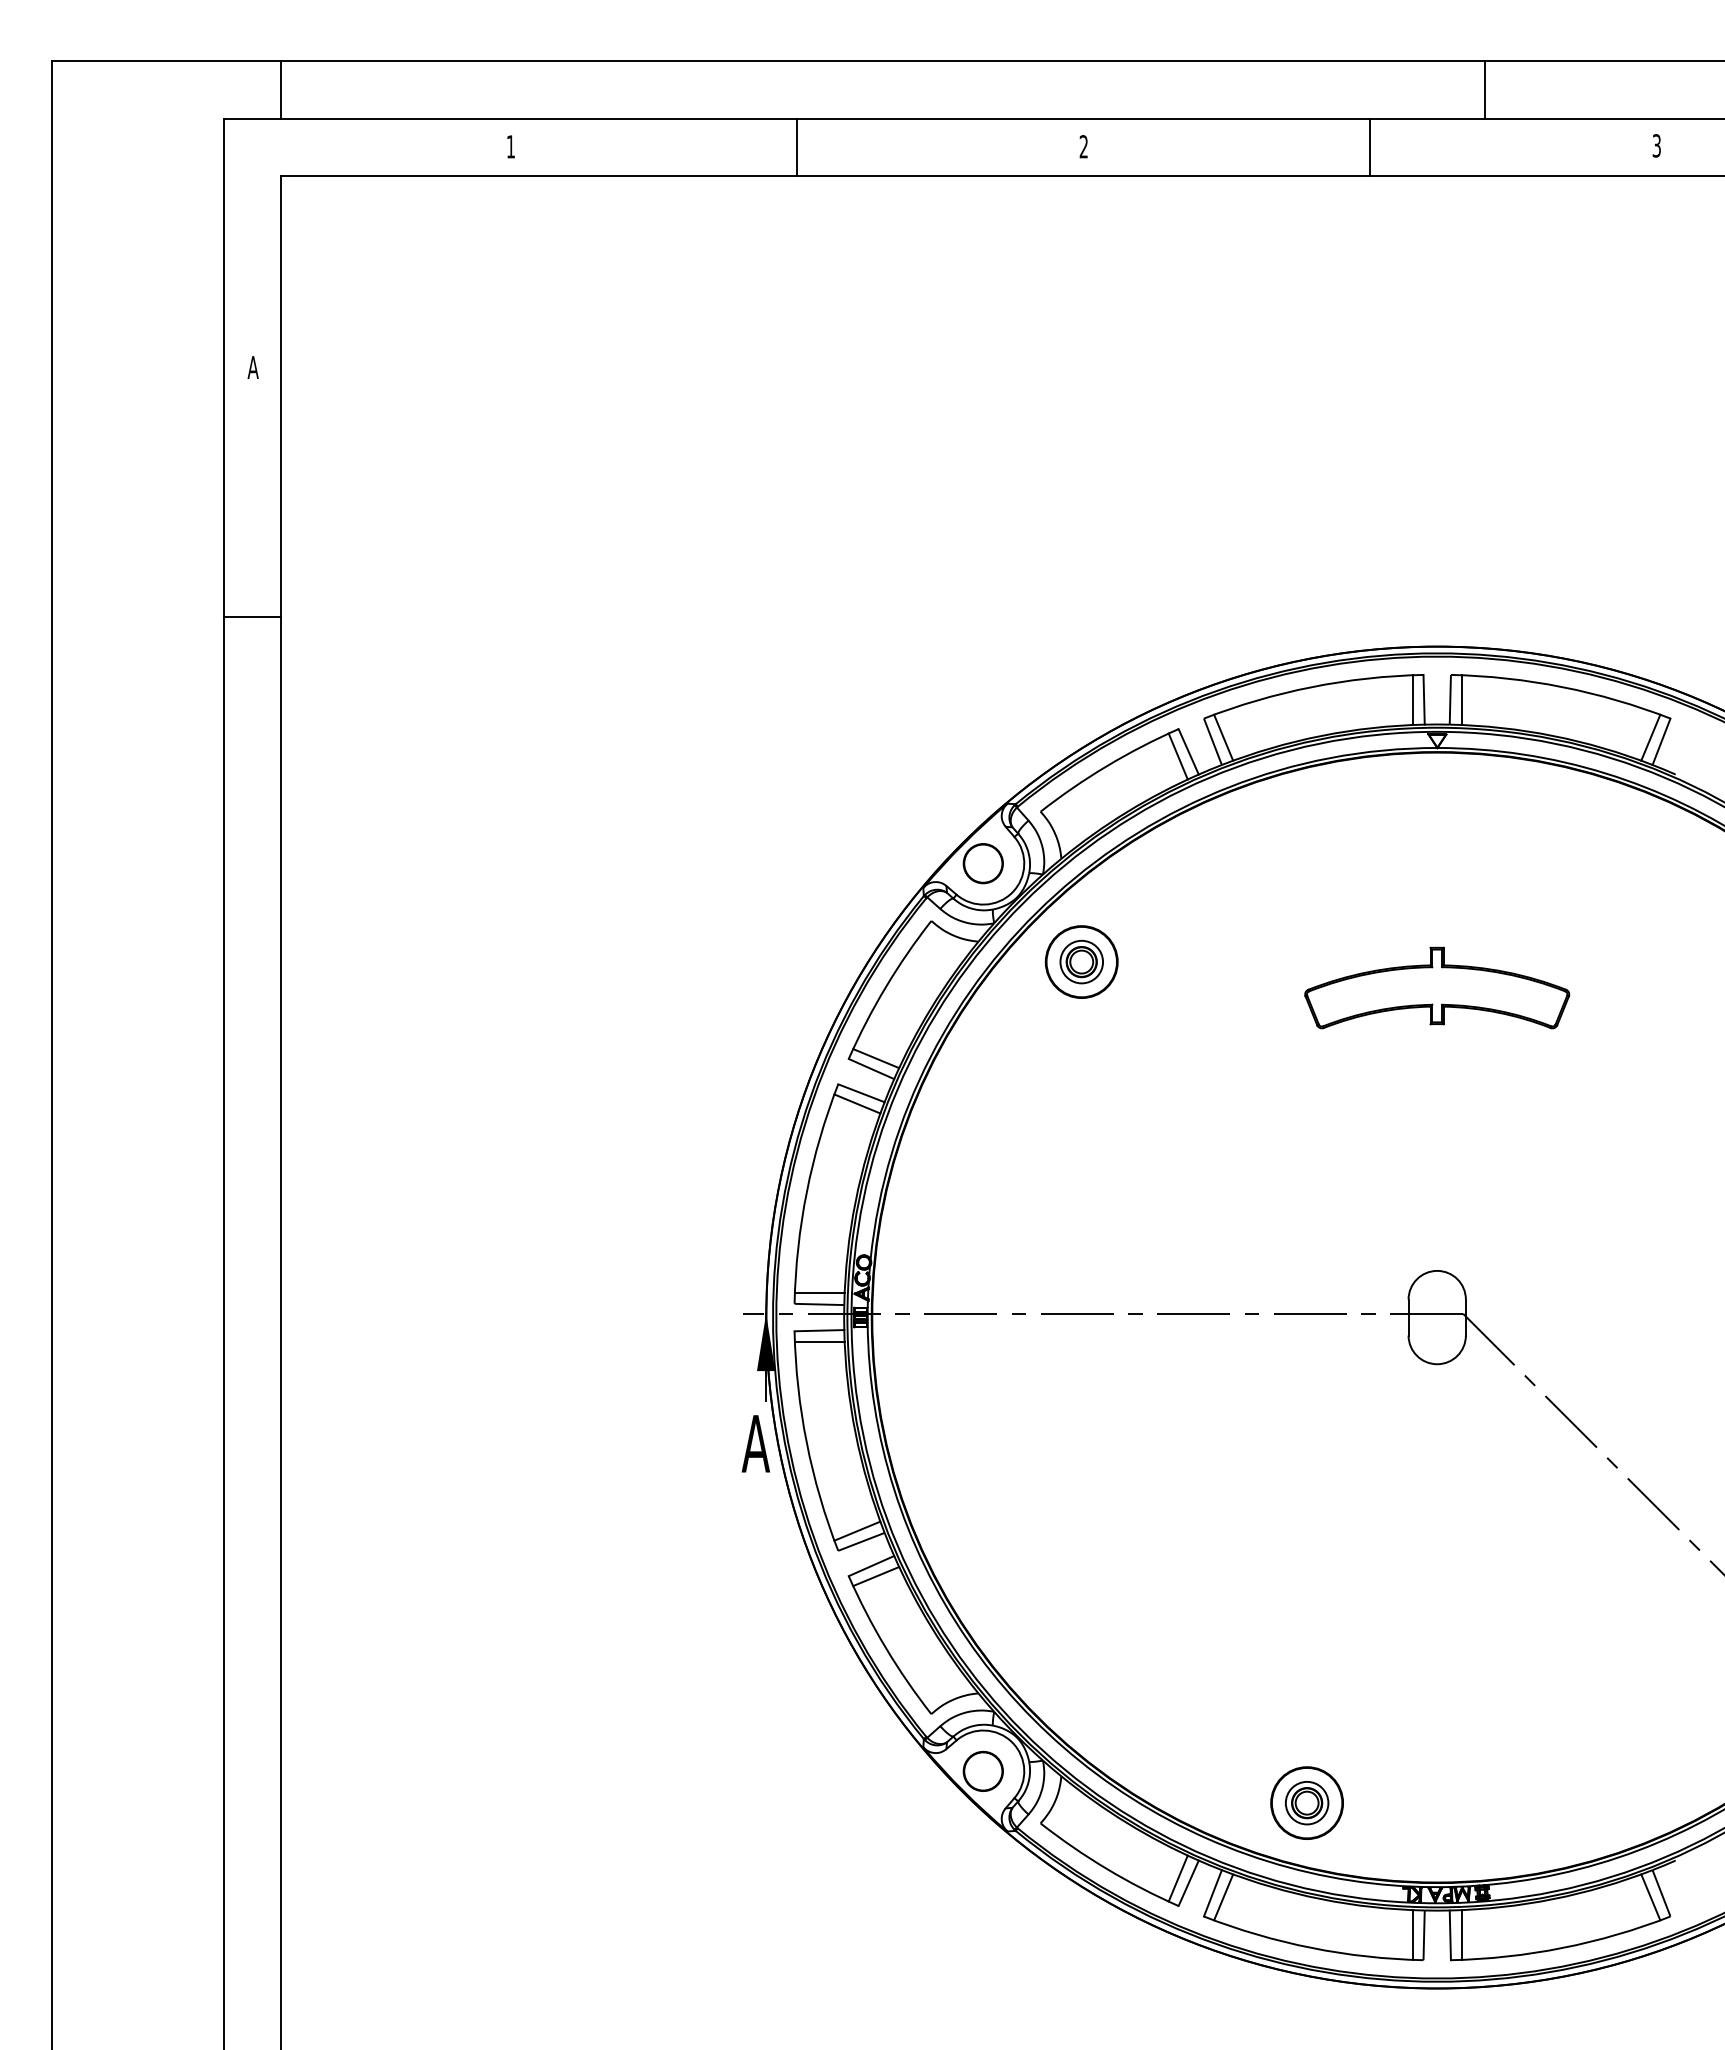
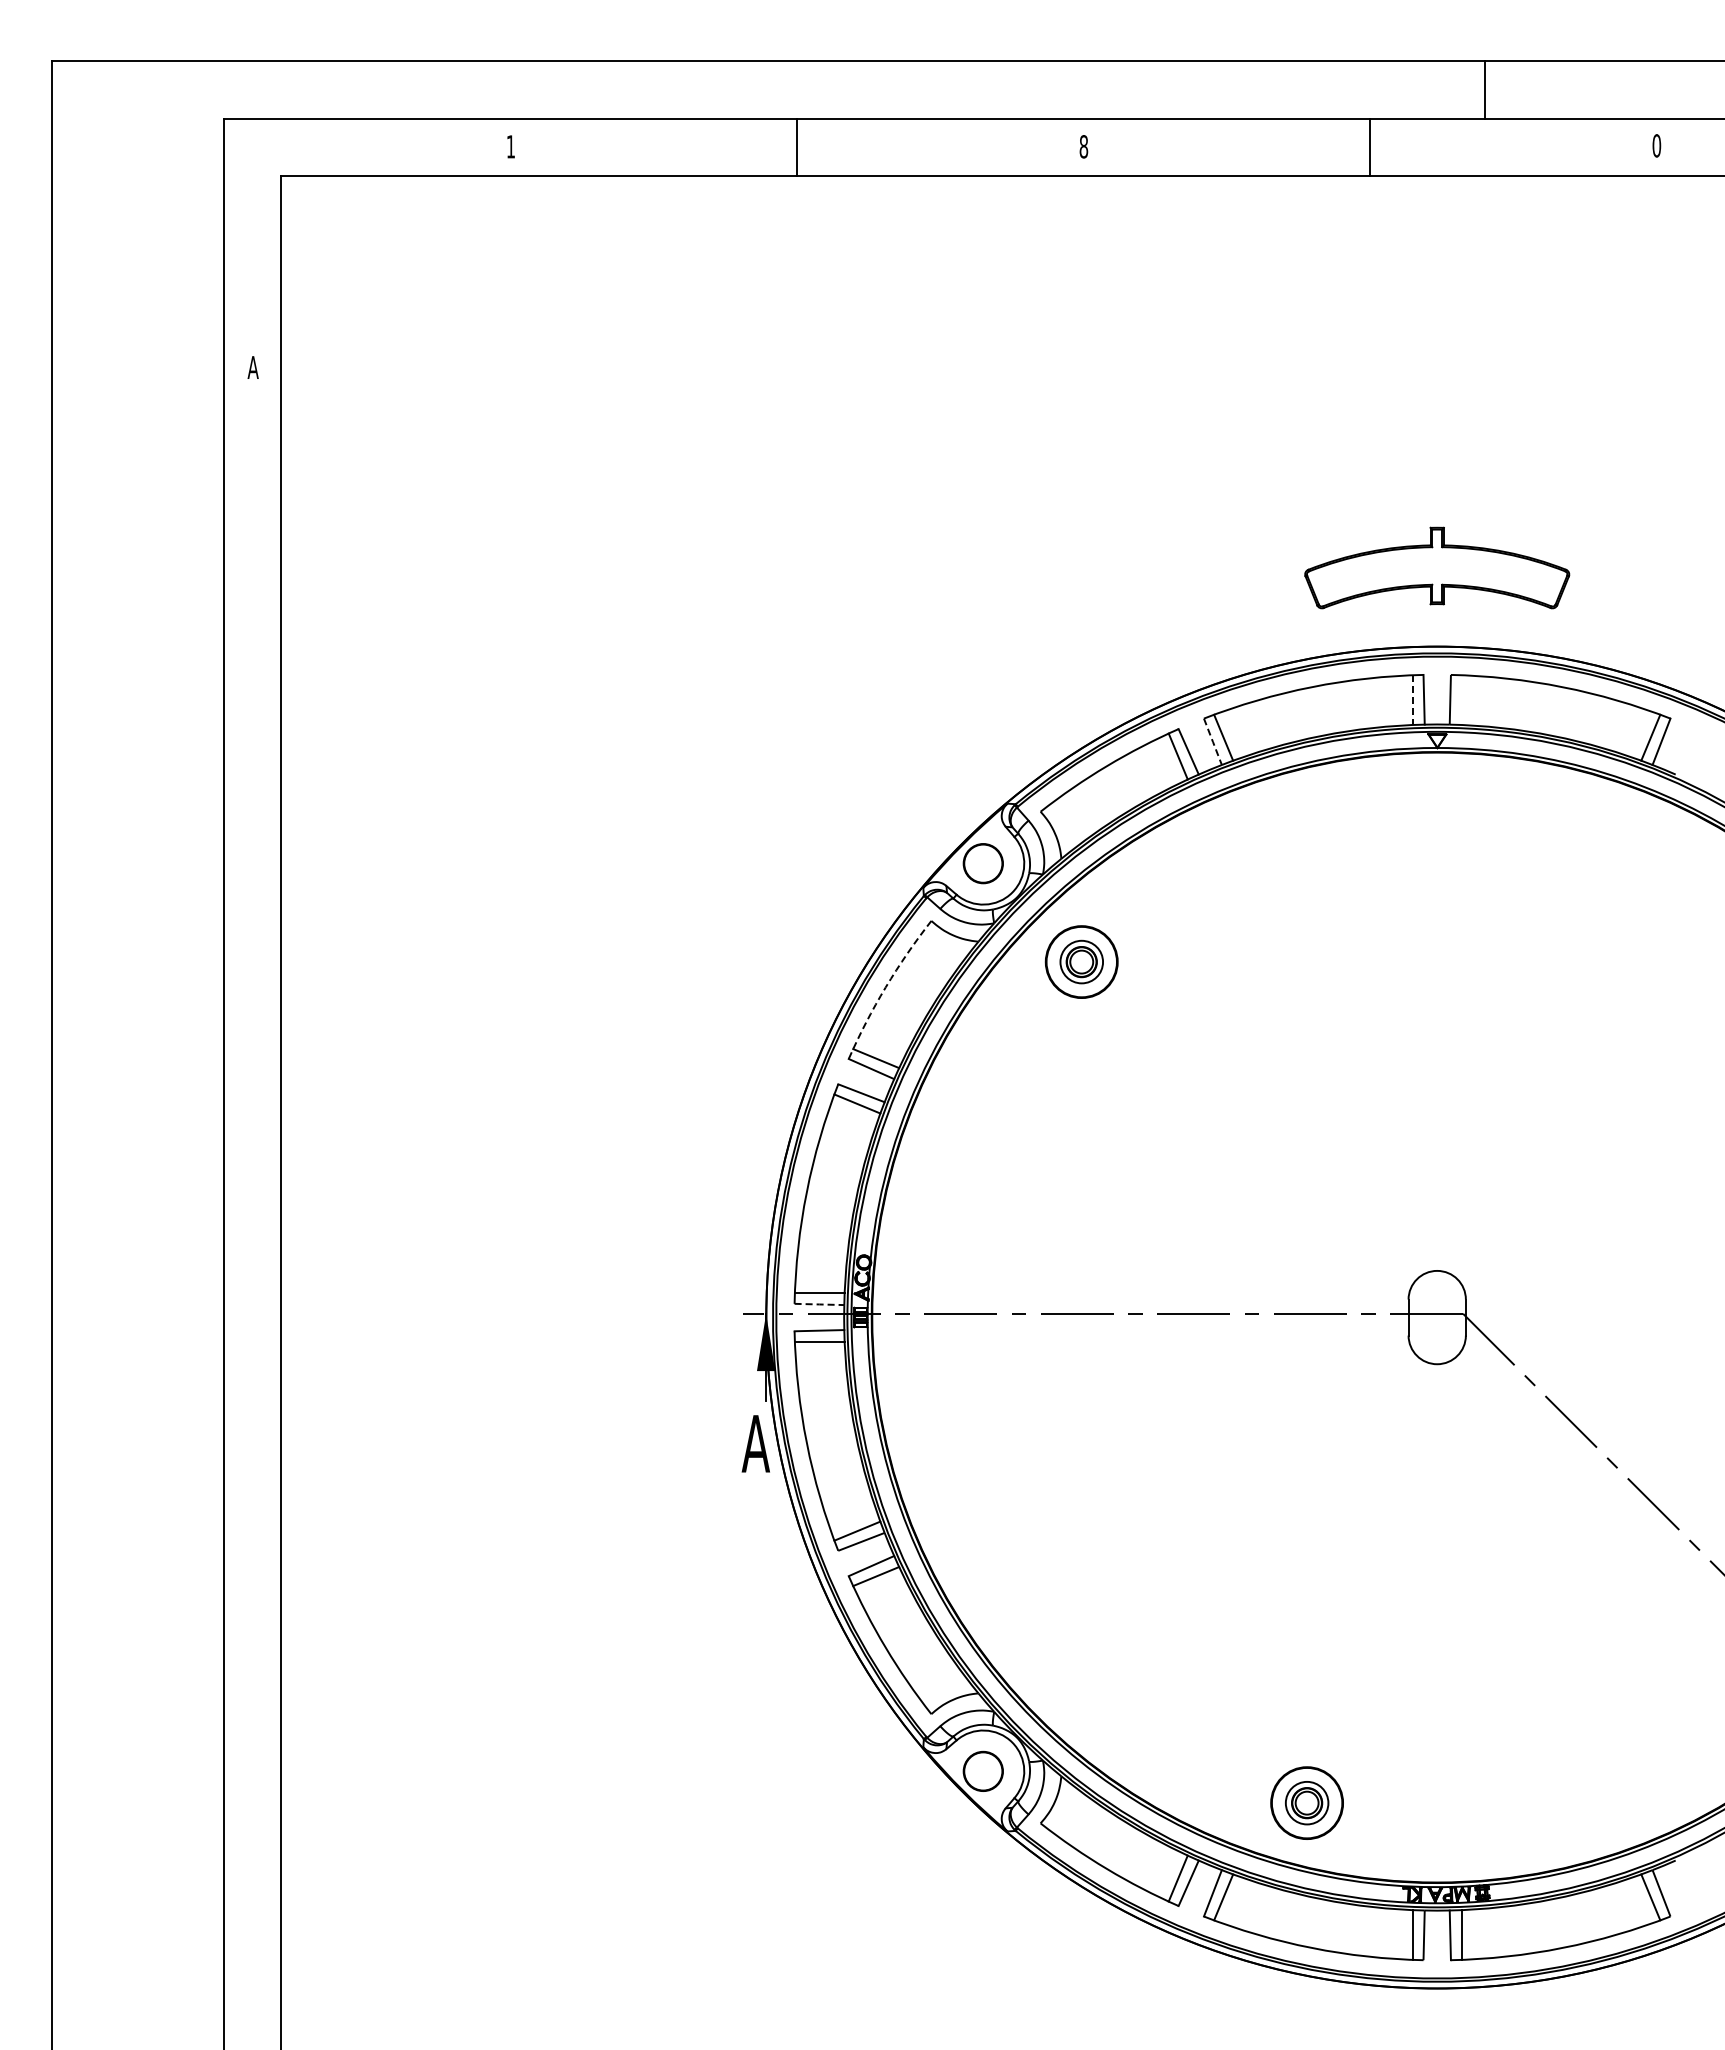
line at (281, 89): present -> none
text at (1656, 145): 3 -> 0
text at (1083, 146): 2 -> 8
line at (252, 617): present -> none
line at (1412, 700): solid -> dashed
line at (1461, 700): present -> none
line at (1213, 742): solid -> dashed
arc at (885, 987): solid -> dashed
part at (1437, 987) position: (1437, 987) -> (1437, 567)
line at (819, 1304): solid -> dashed
